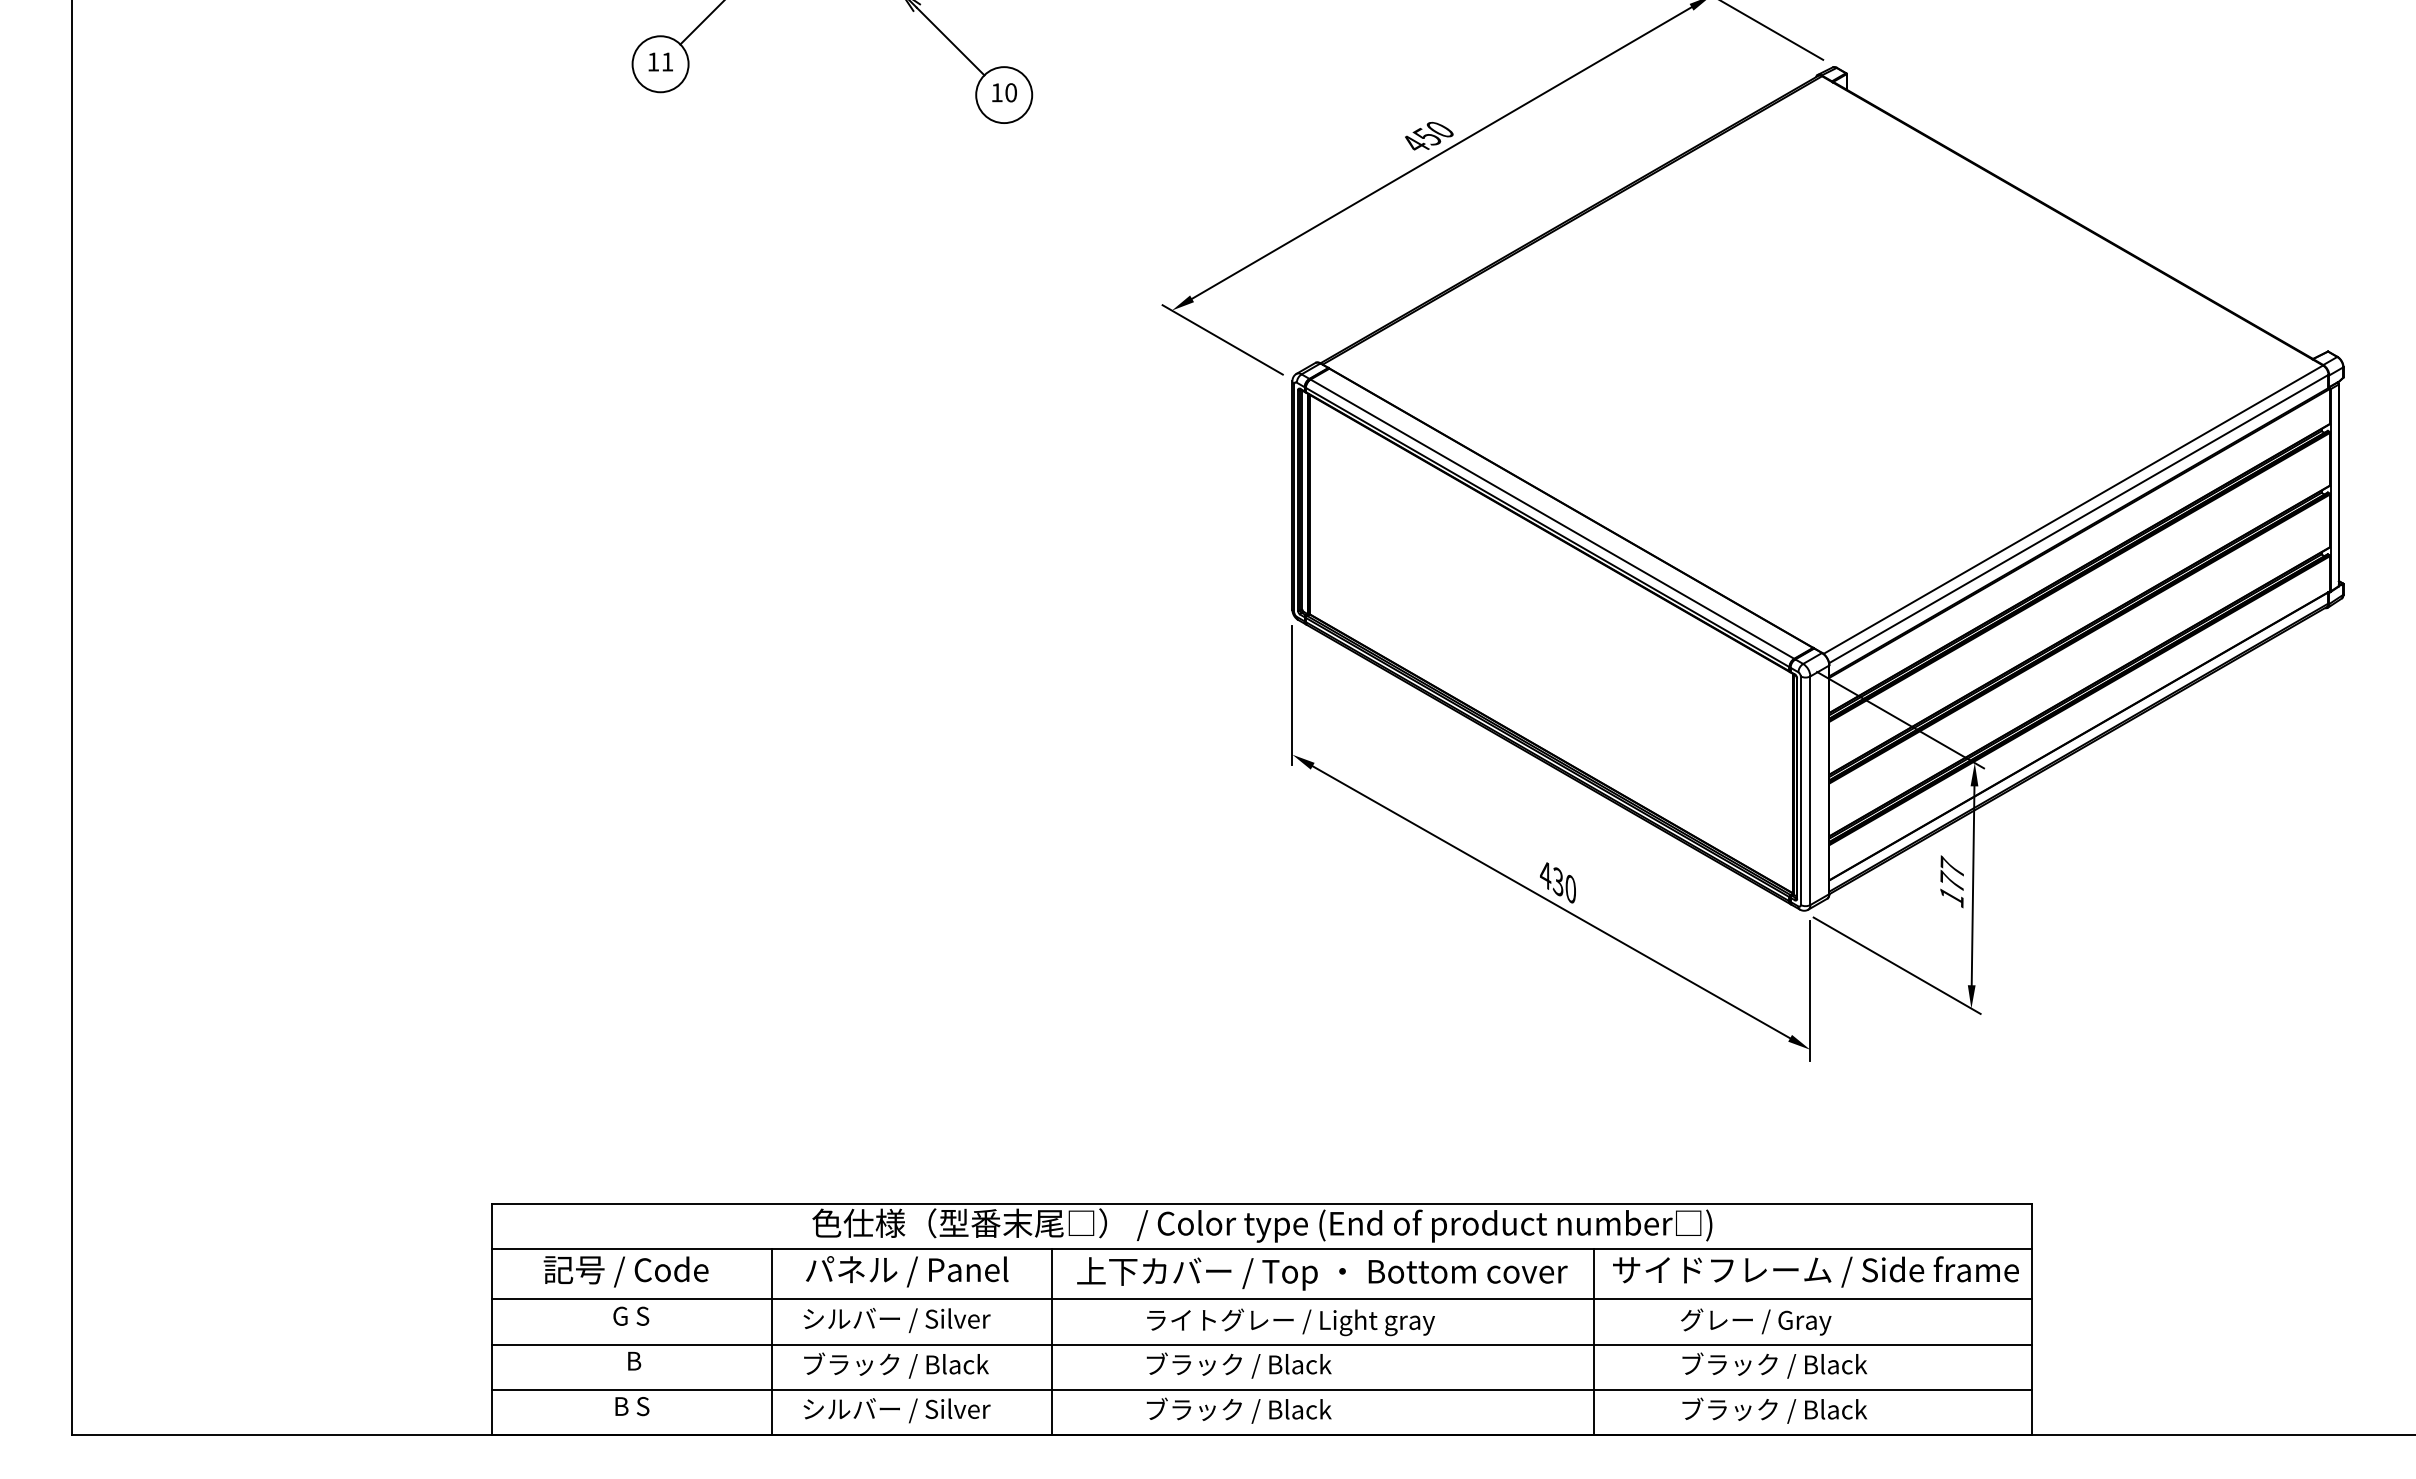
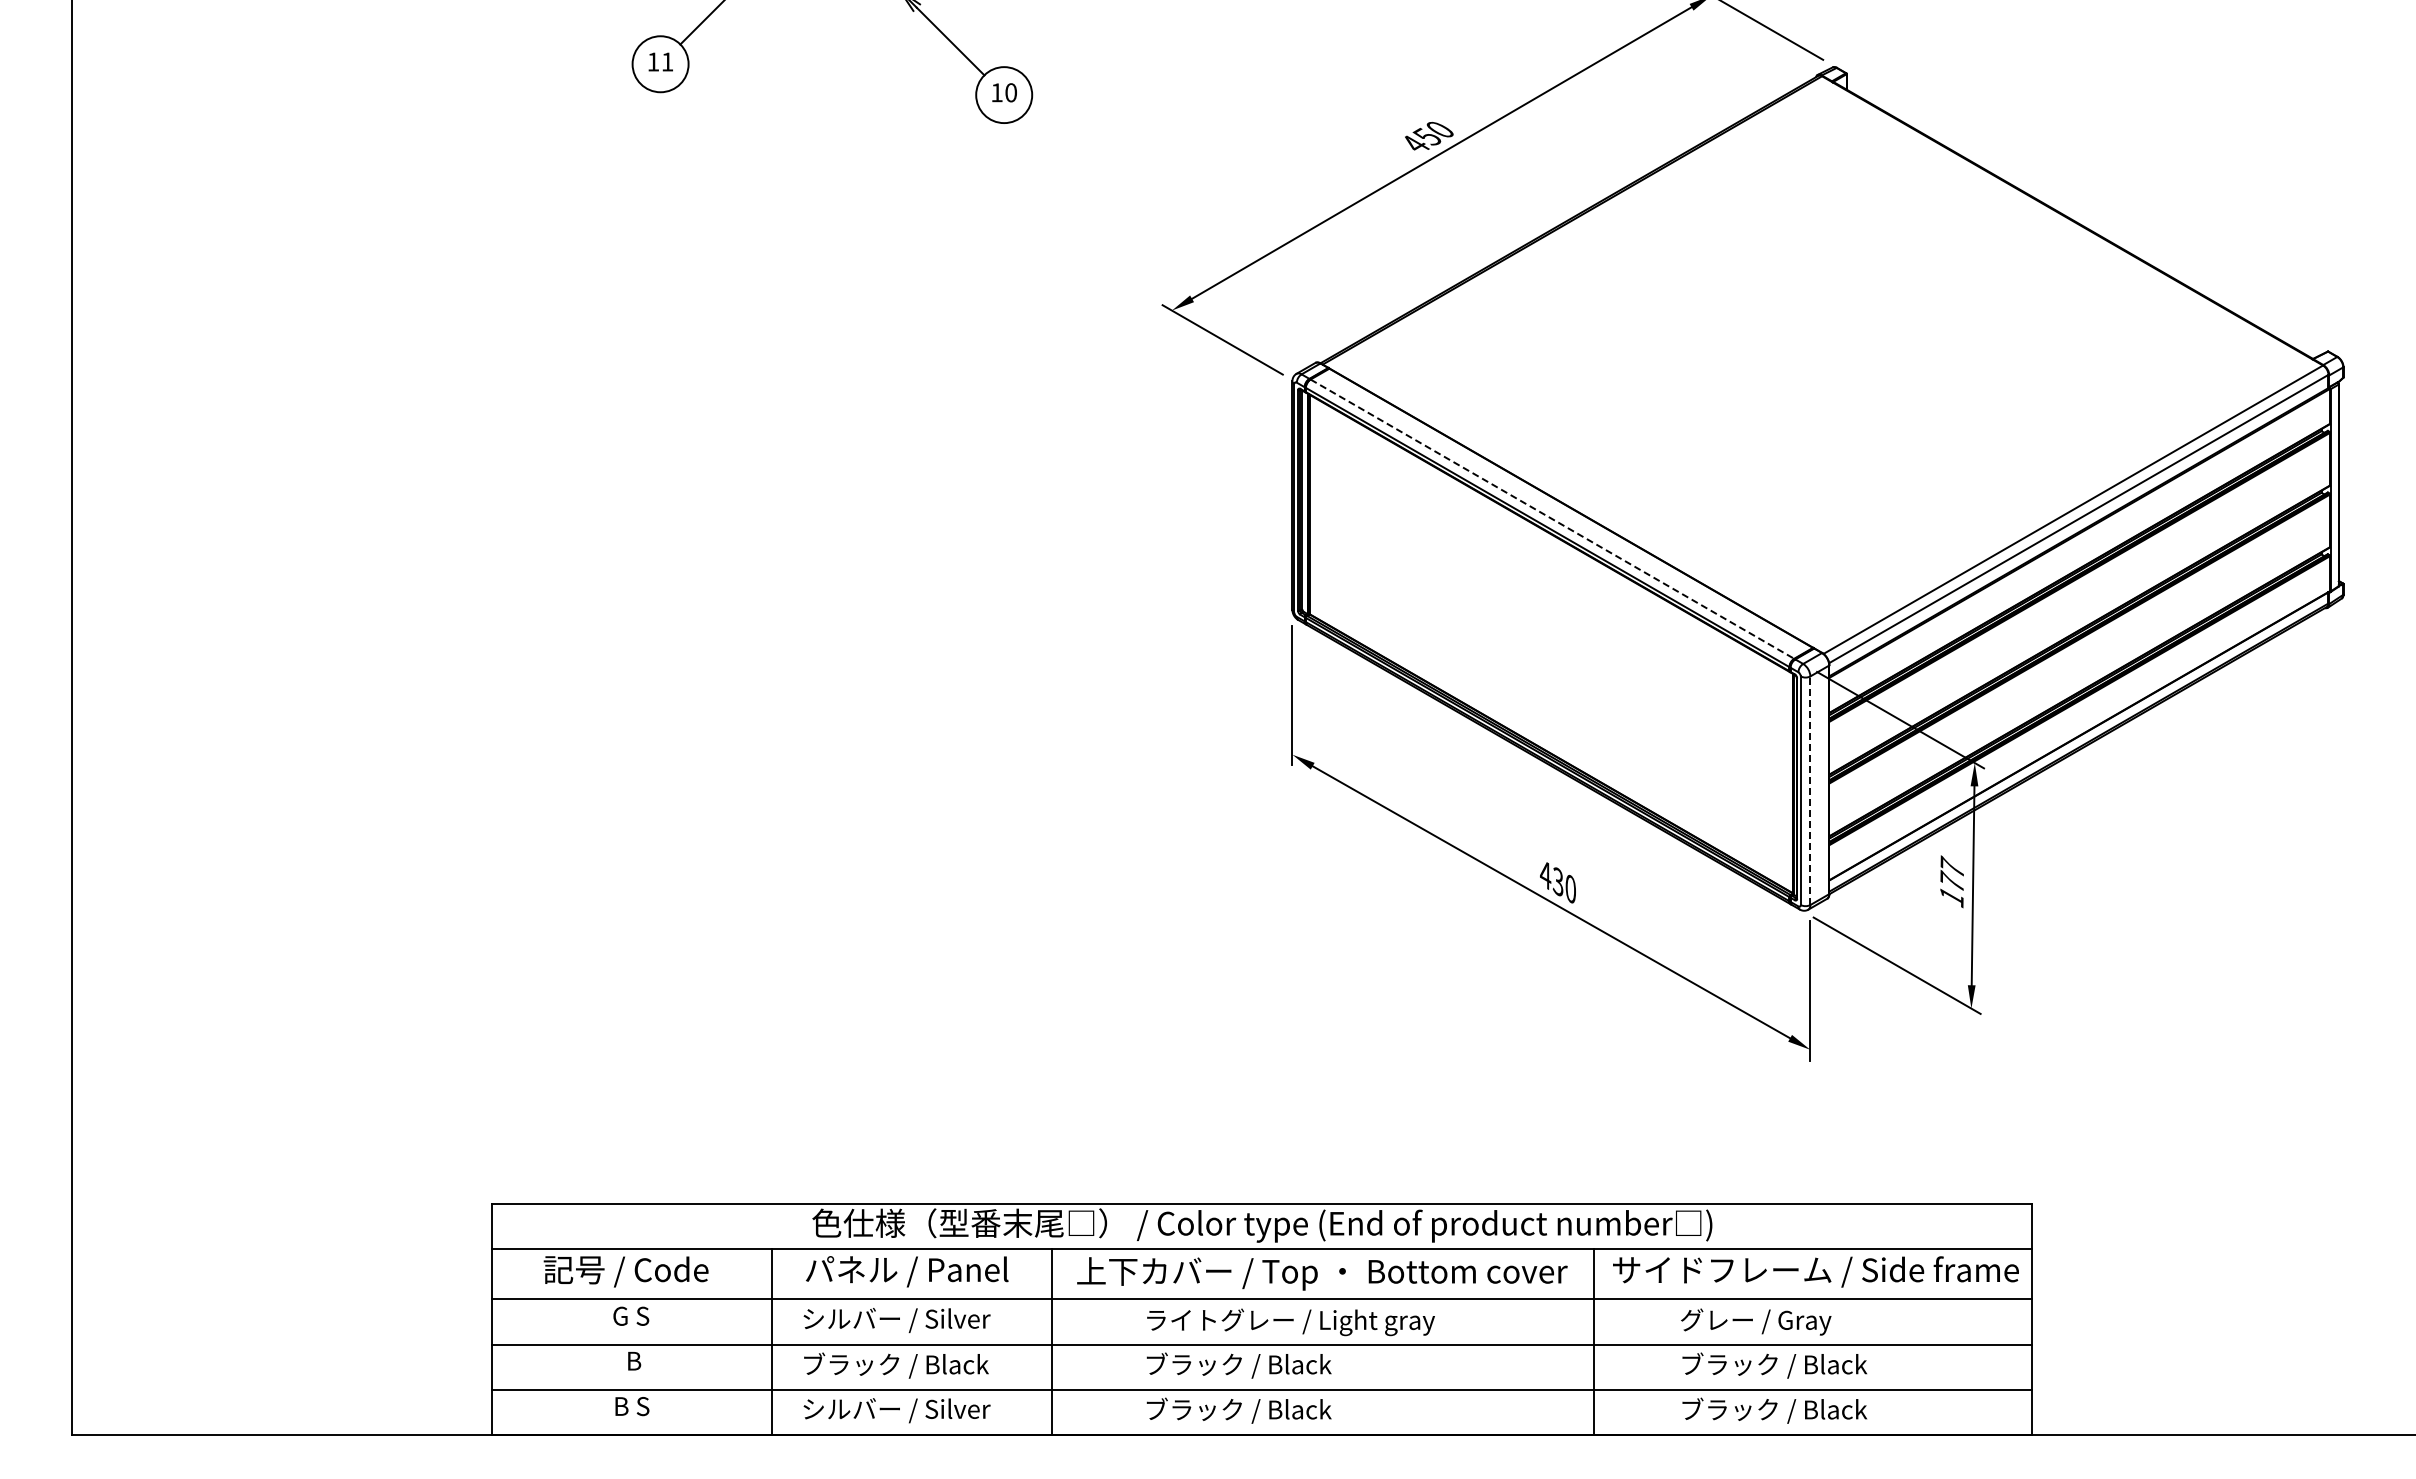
line at (1552, 519): solid -> dashed
line at (1810, 790): solid -> dashed
